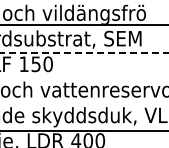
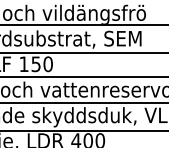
line at (85, 52): dashed -> solid
line at (83, 77): none -> present
line at (83, 102): none -> present
